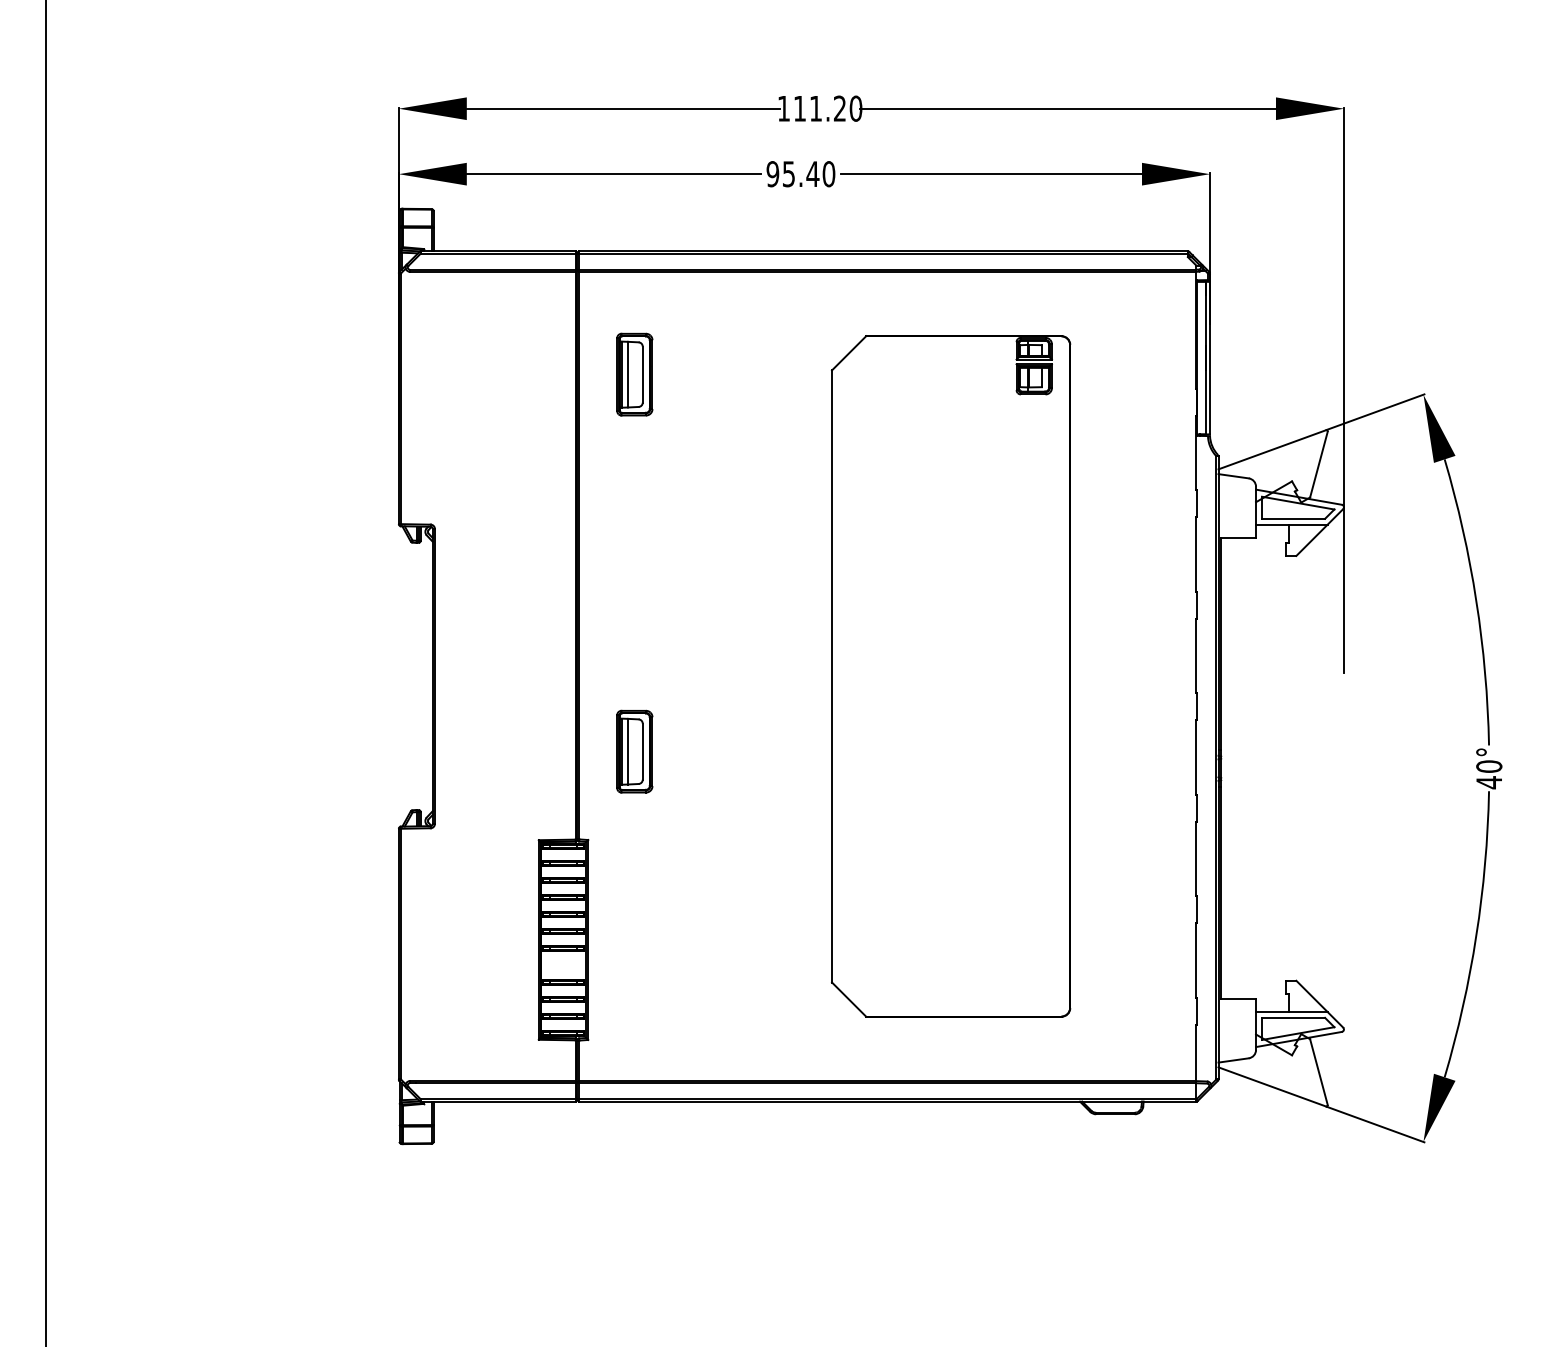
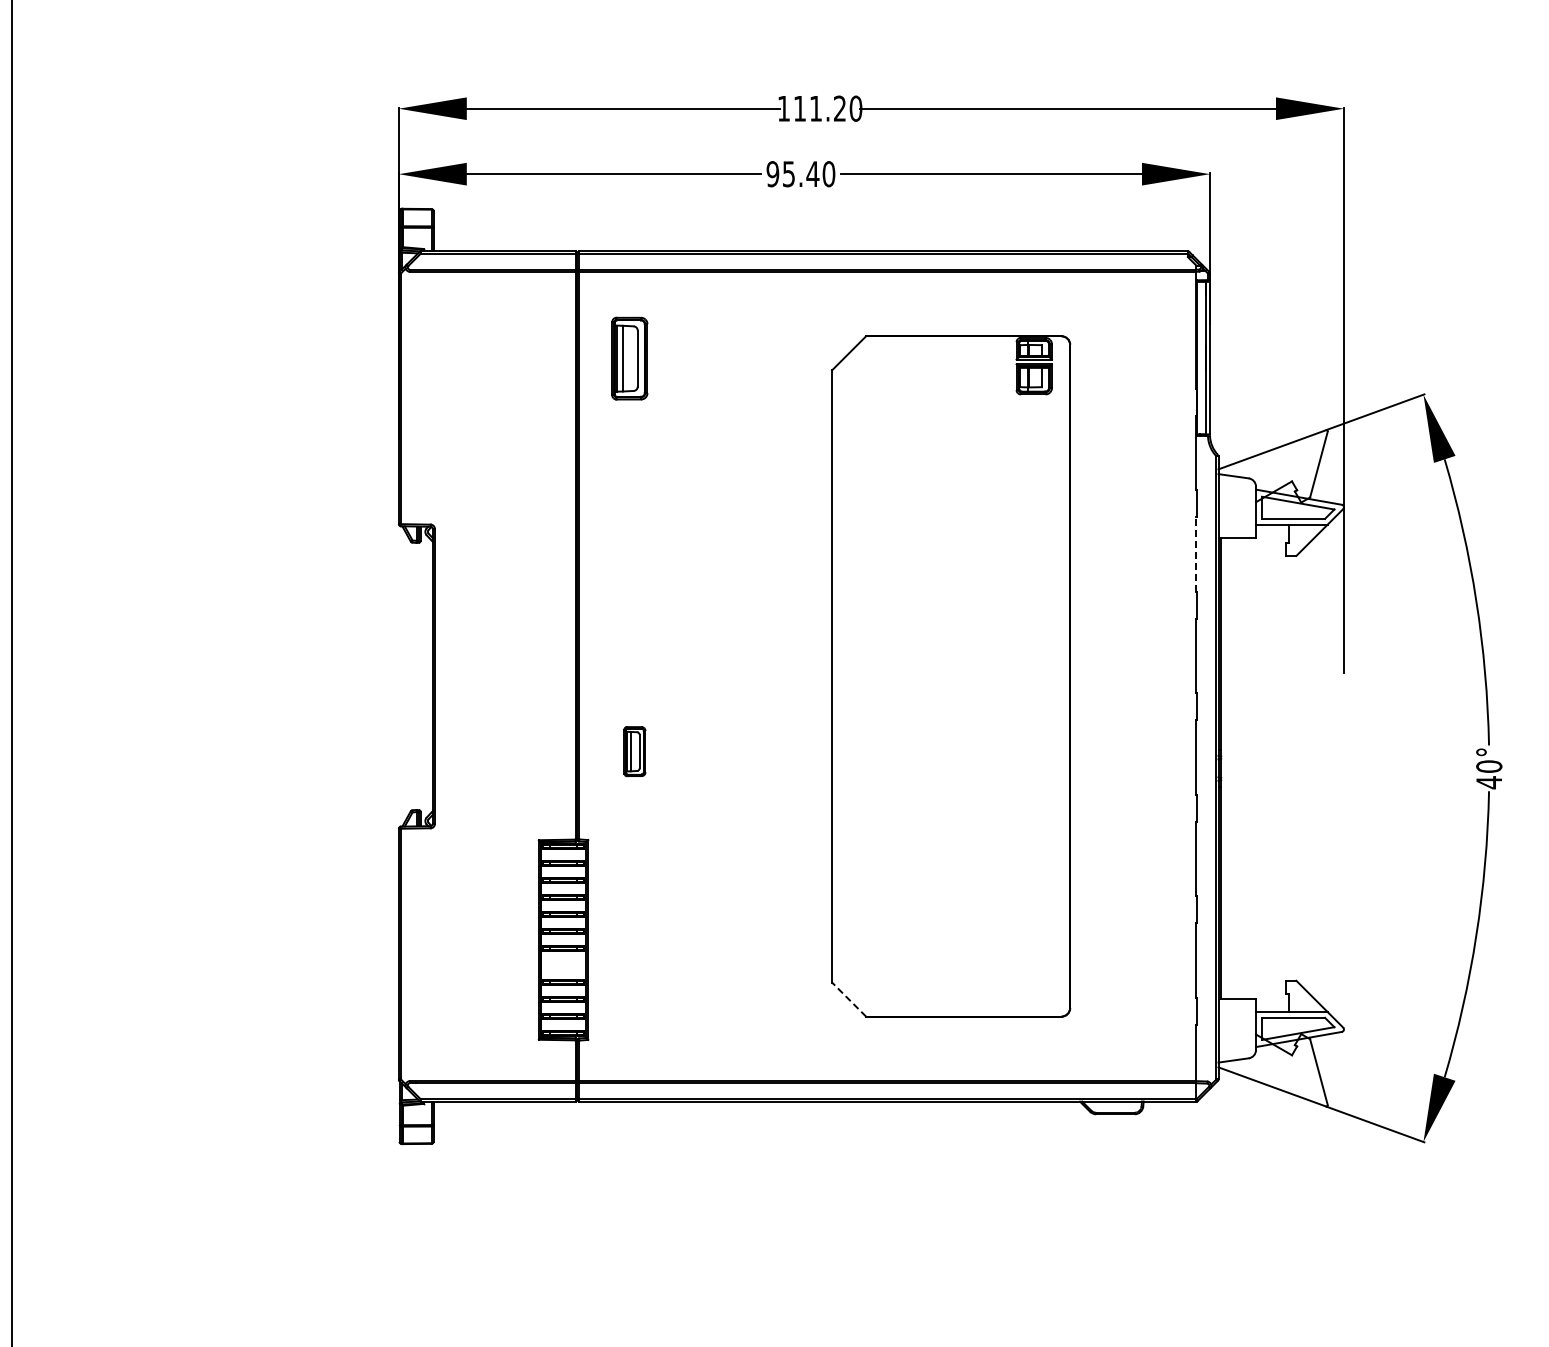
part at (634, 374) position: (634, 374) -> (629, 358)
line at (1196, 554): solid -> dashed
line at (46, 672) position: (46, 672) -> (12, 672)
part at (634, 751) size: 38x85 px -> 24x52 px
line at (848, 999): solid -> dashed
